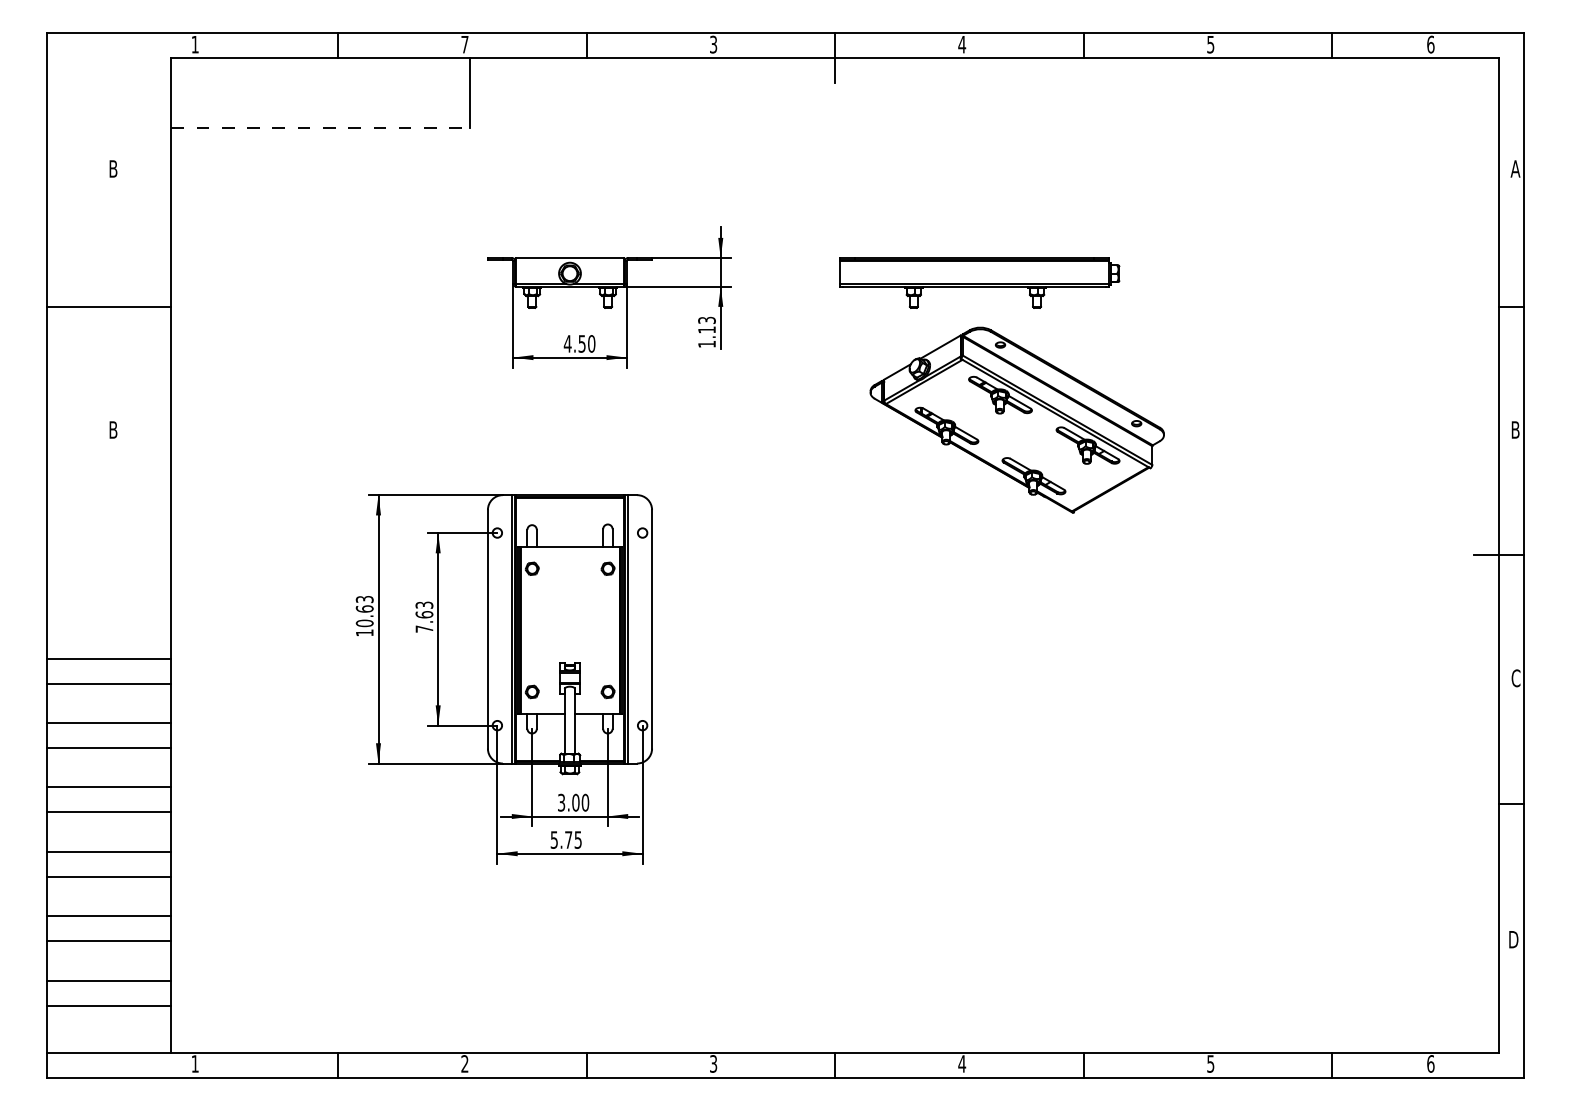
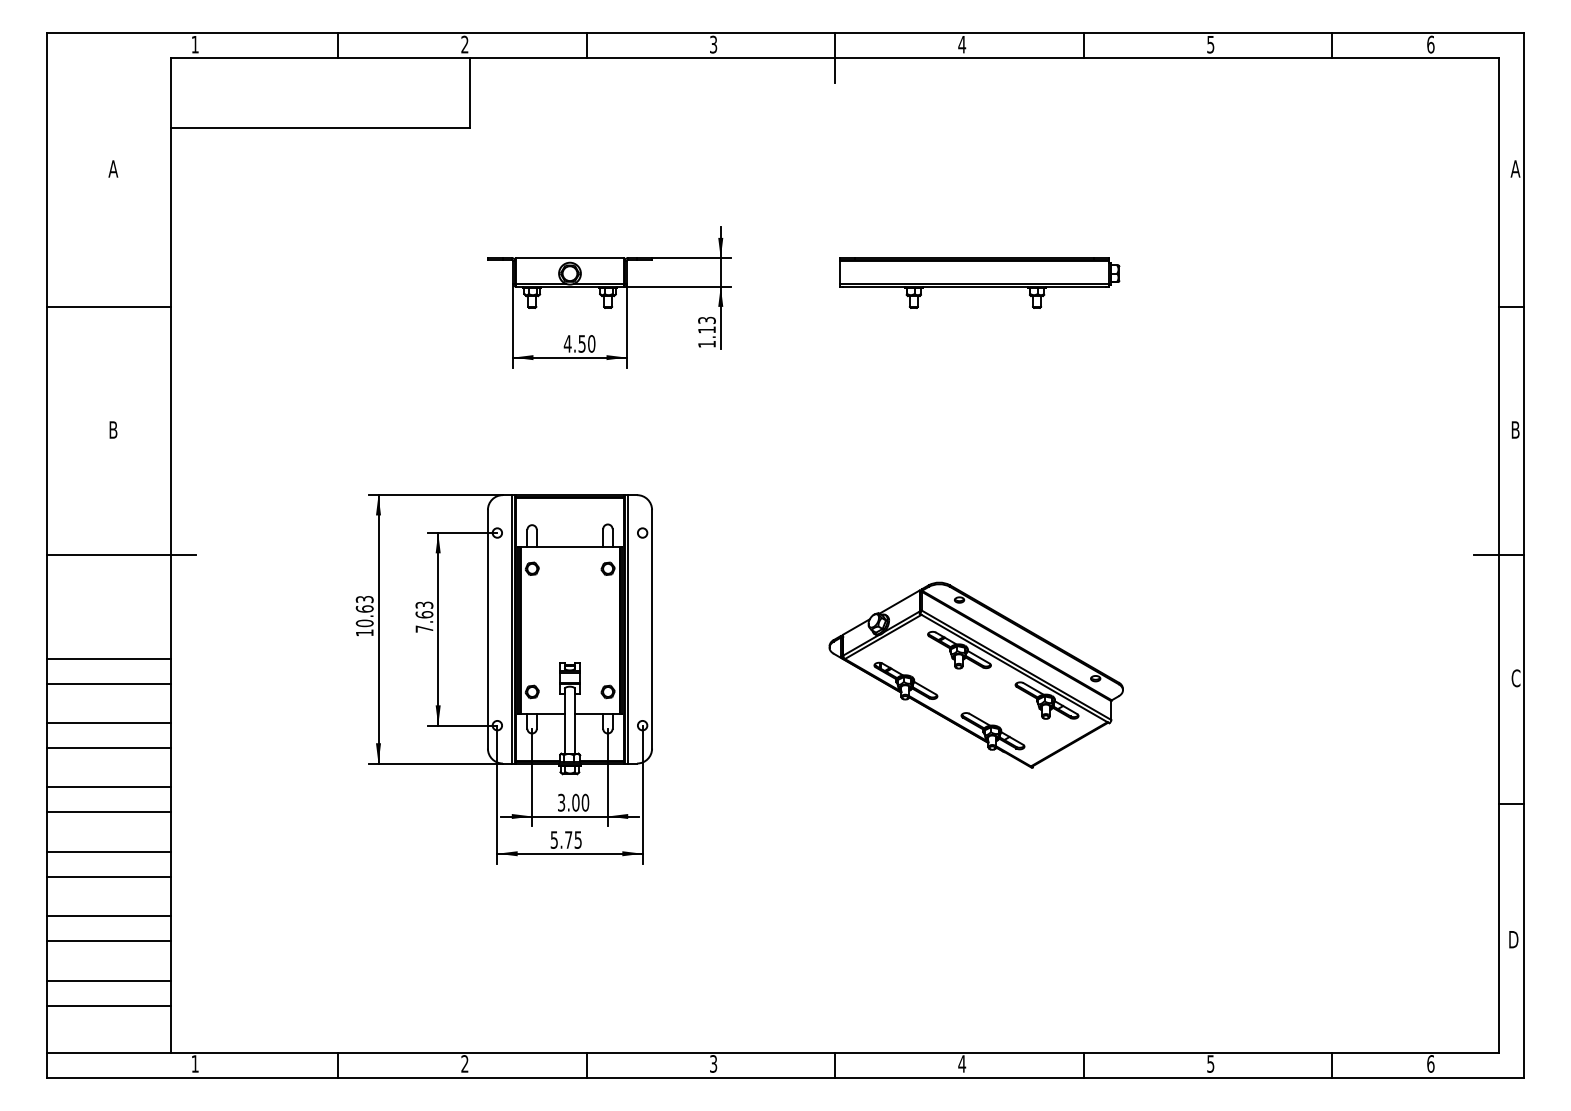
text at (464, 44): 7 -> 2
line at (321, 127): dashed -> solid
text at (113, 168): B -> A
part at (1016, 419) position: (1016, 419) -> (975, 674)
line at (121, 555): none -> present
